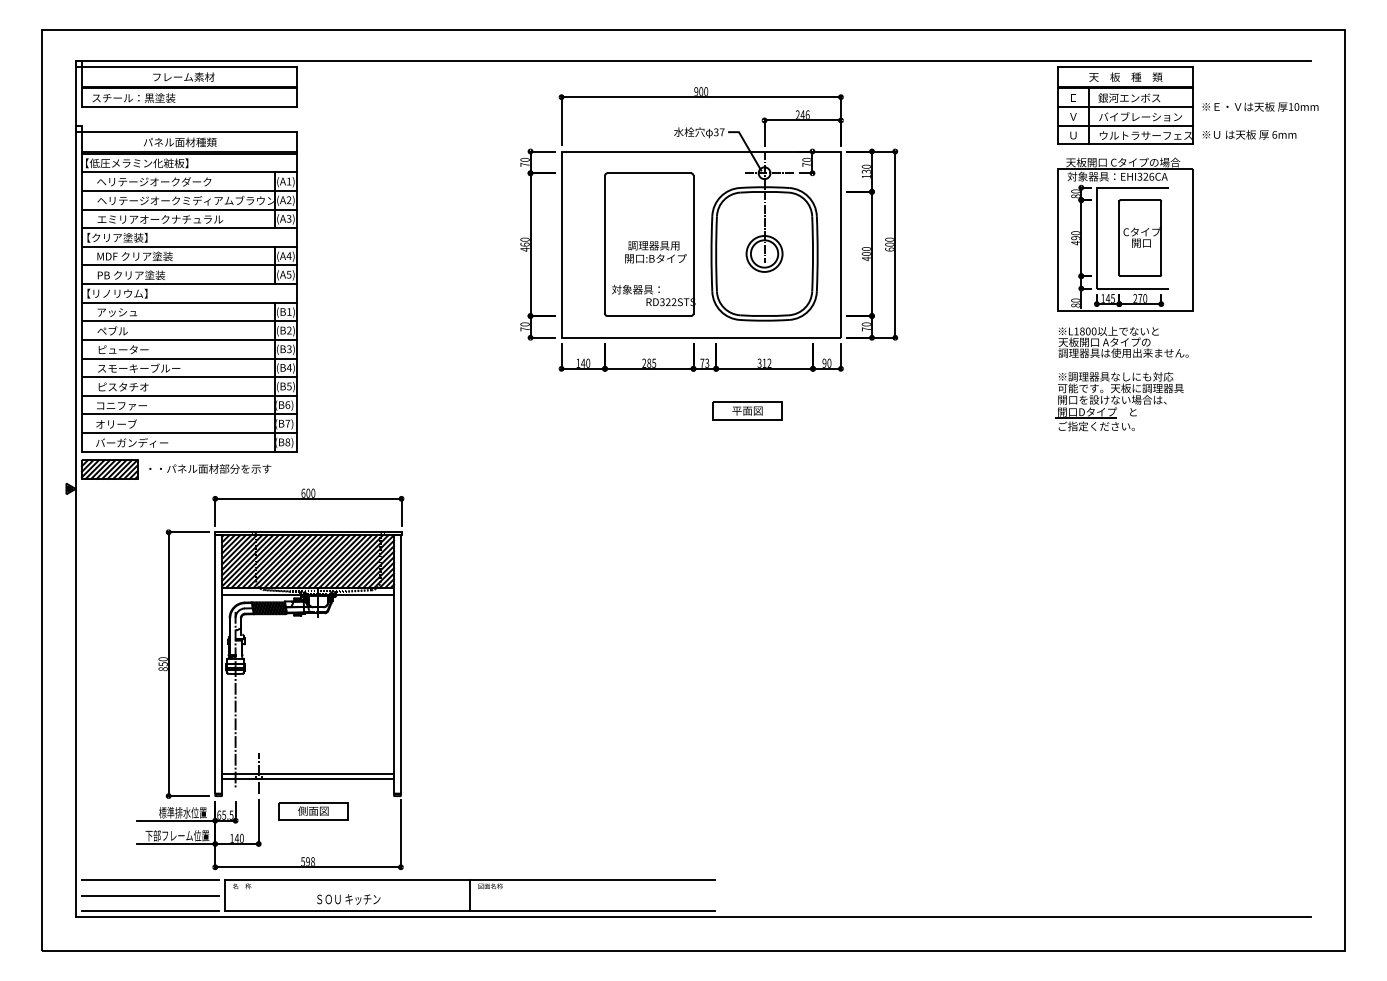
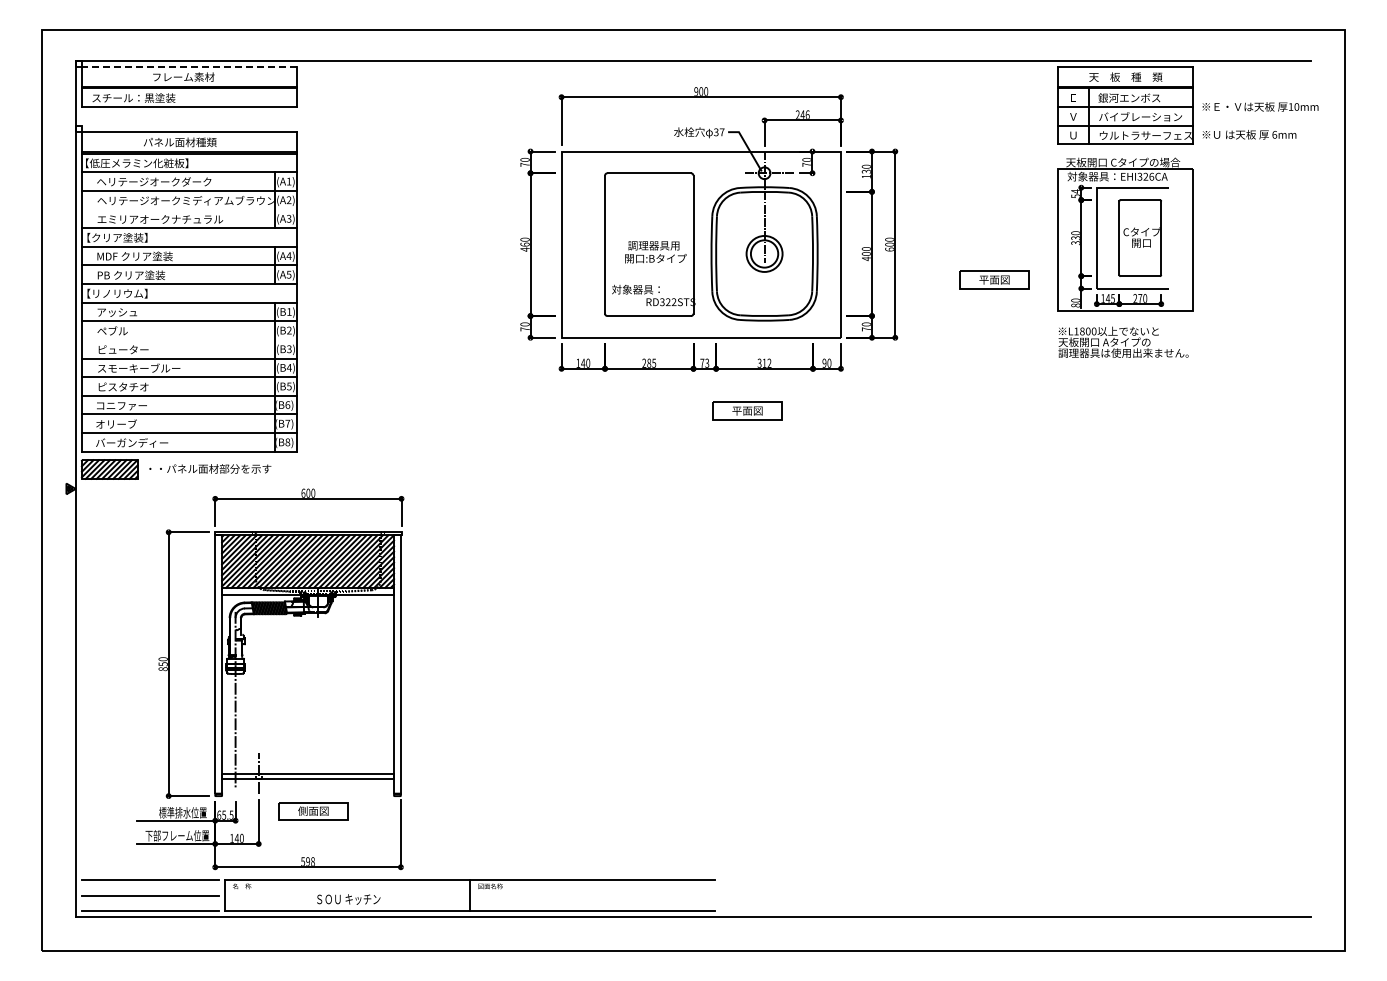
line at (189, 66): solid -> dashed
text at (1075, 193): 80 -> 54
line at (189, 209): present -> none
text at (1075, 240): 490 -> 330
part at (994, 279): none -> present
line at (189, 339): present -> none
part at (1119, 401): present -> none
